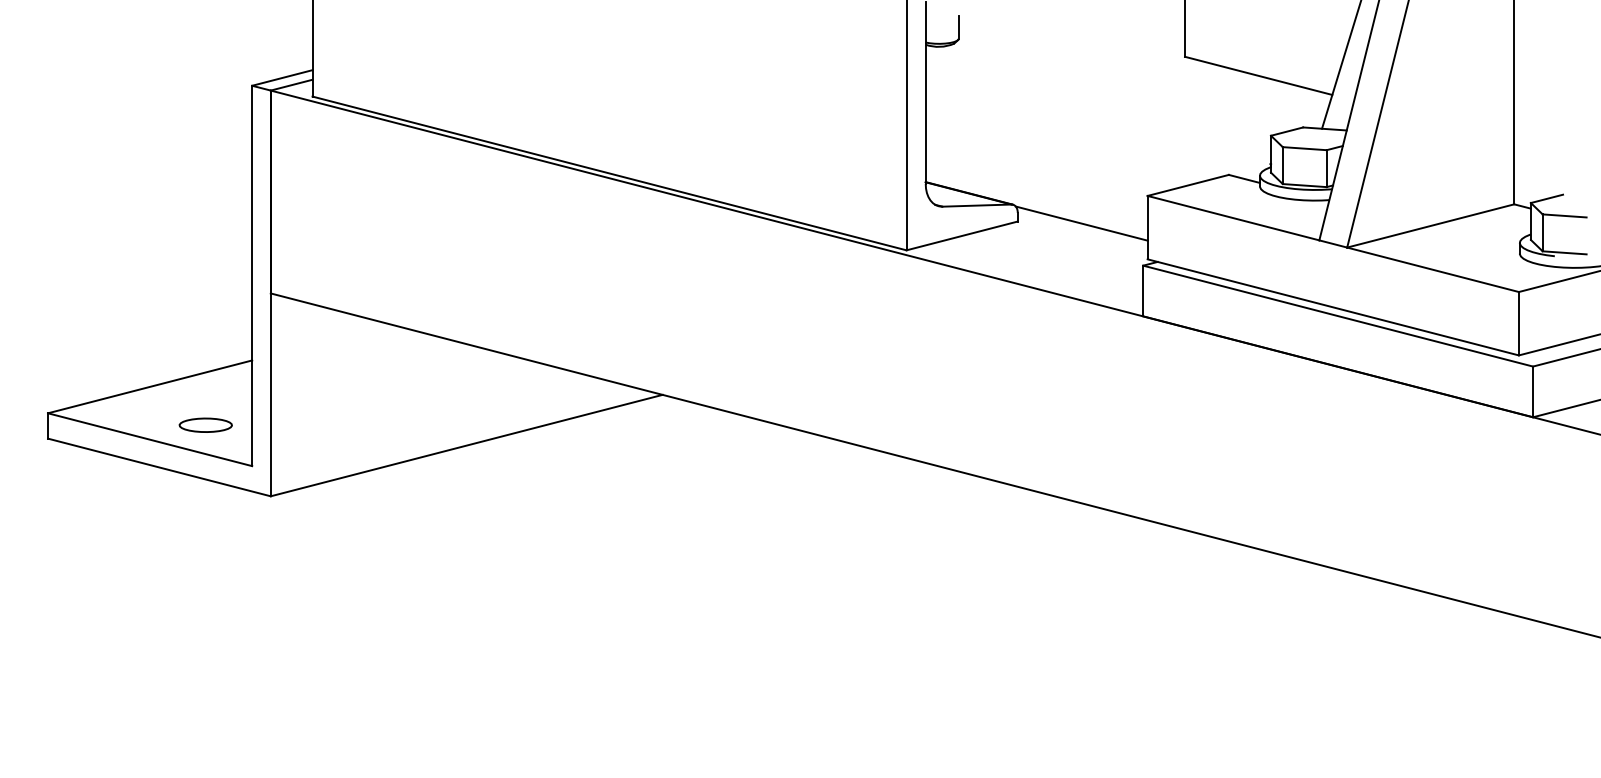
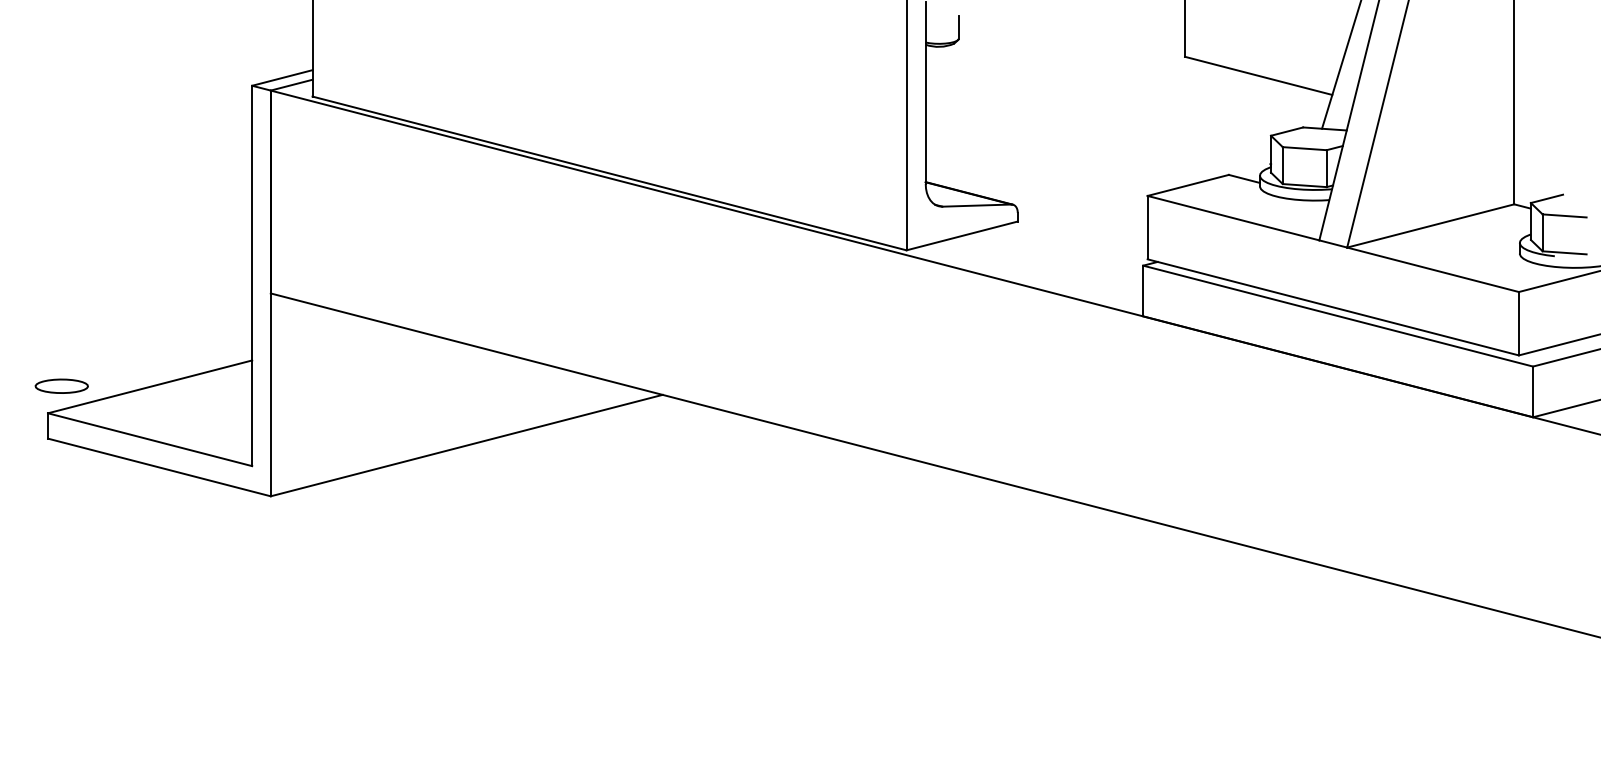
line at (1081, 223): present -> none
part at (205, 424) position: (205, 424) -> (61, 385)
